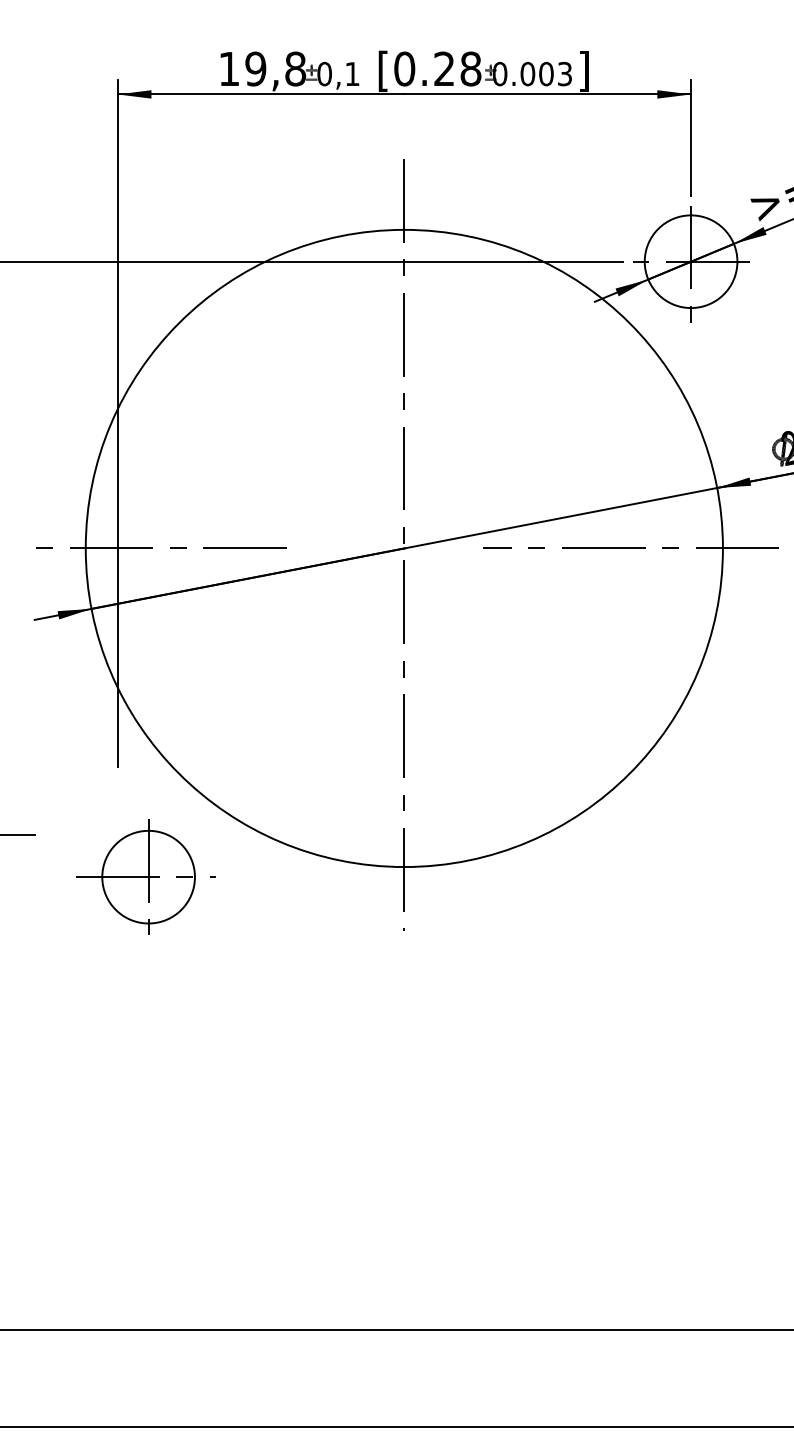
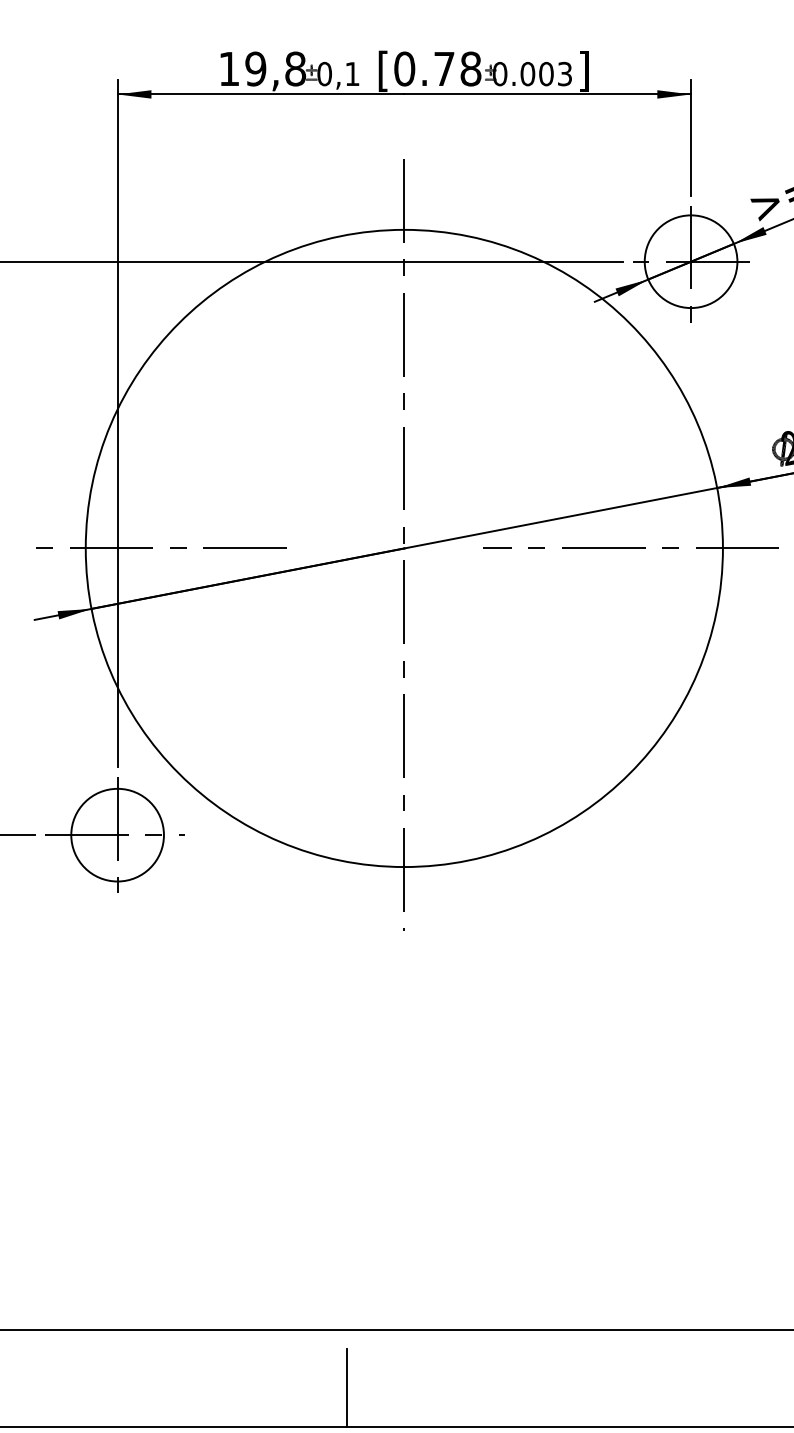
text at (444, 68): [0.28 -> [0.78
part at (145, 876) position: (145, 876) -> (114, 834)
line at (347, 1387): none -> present
